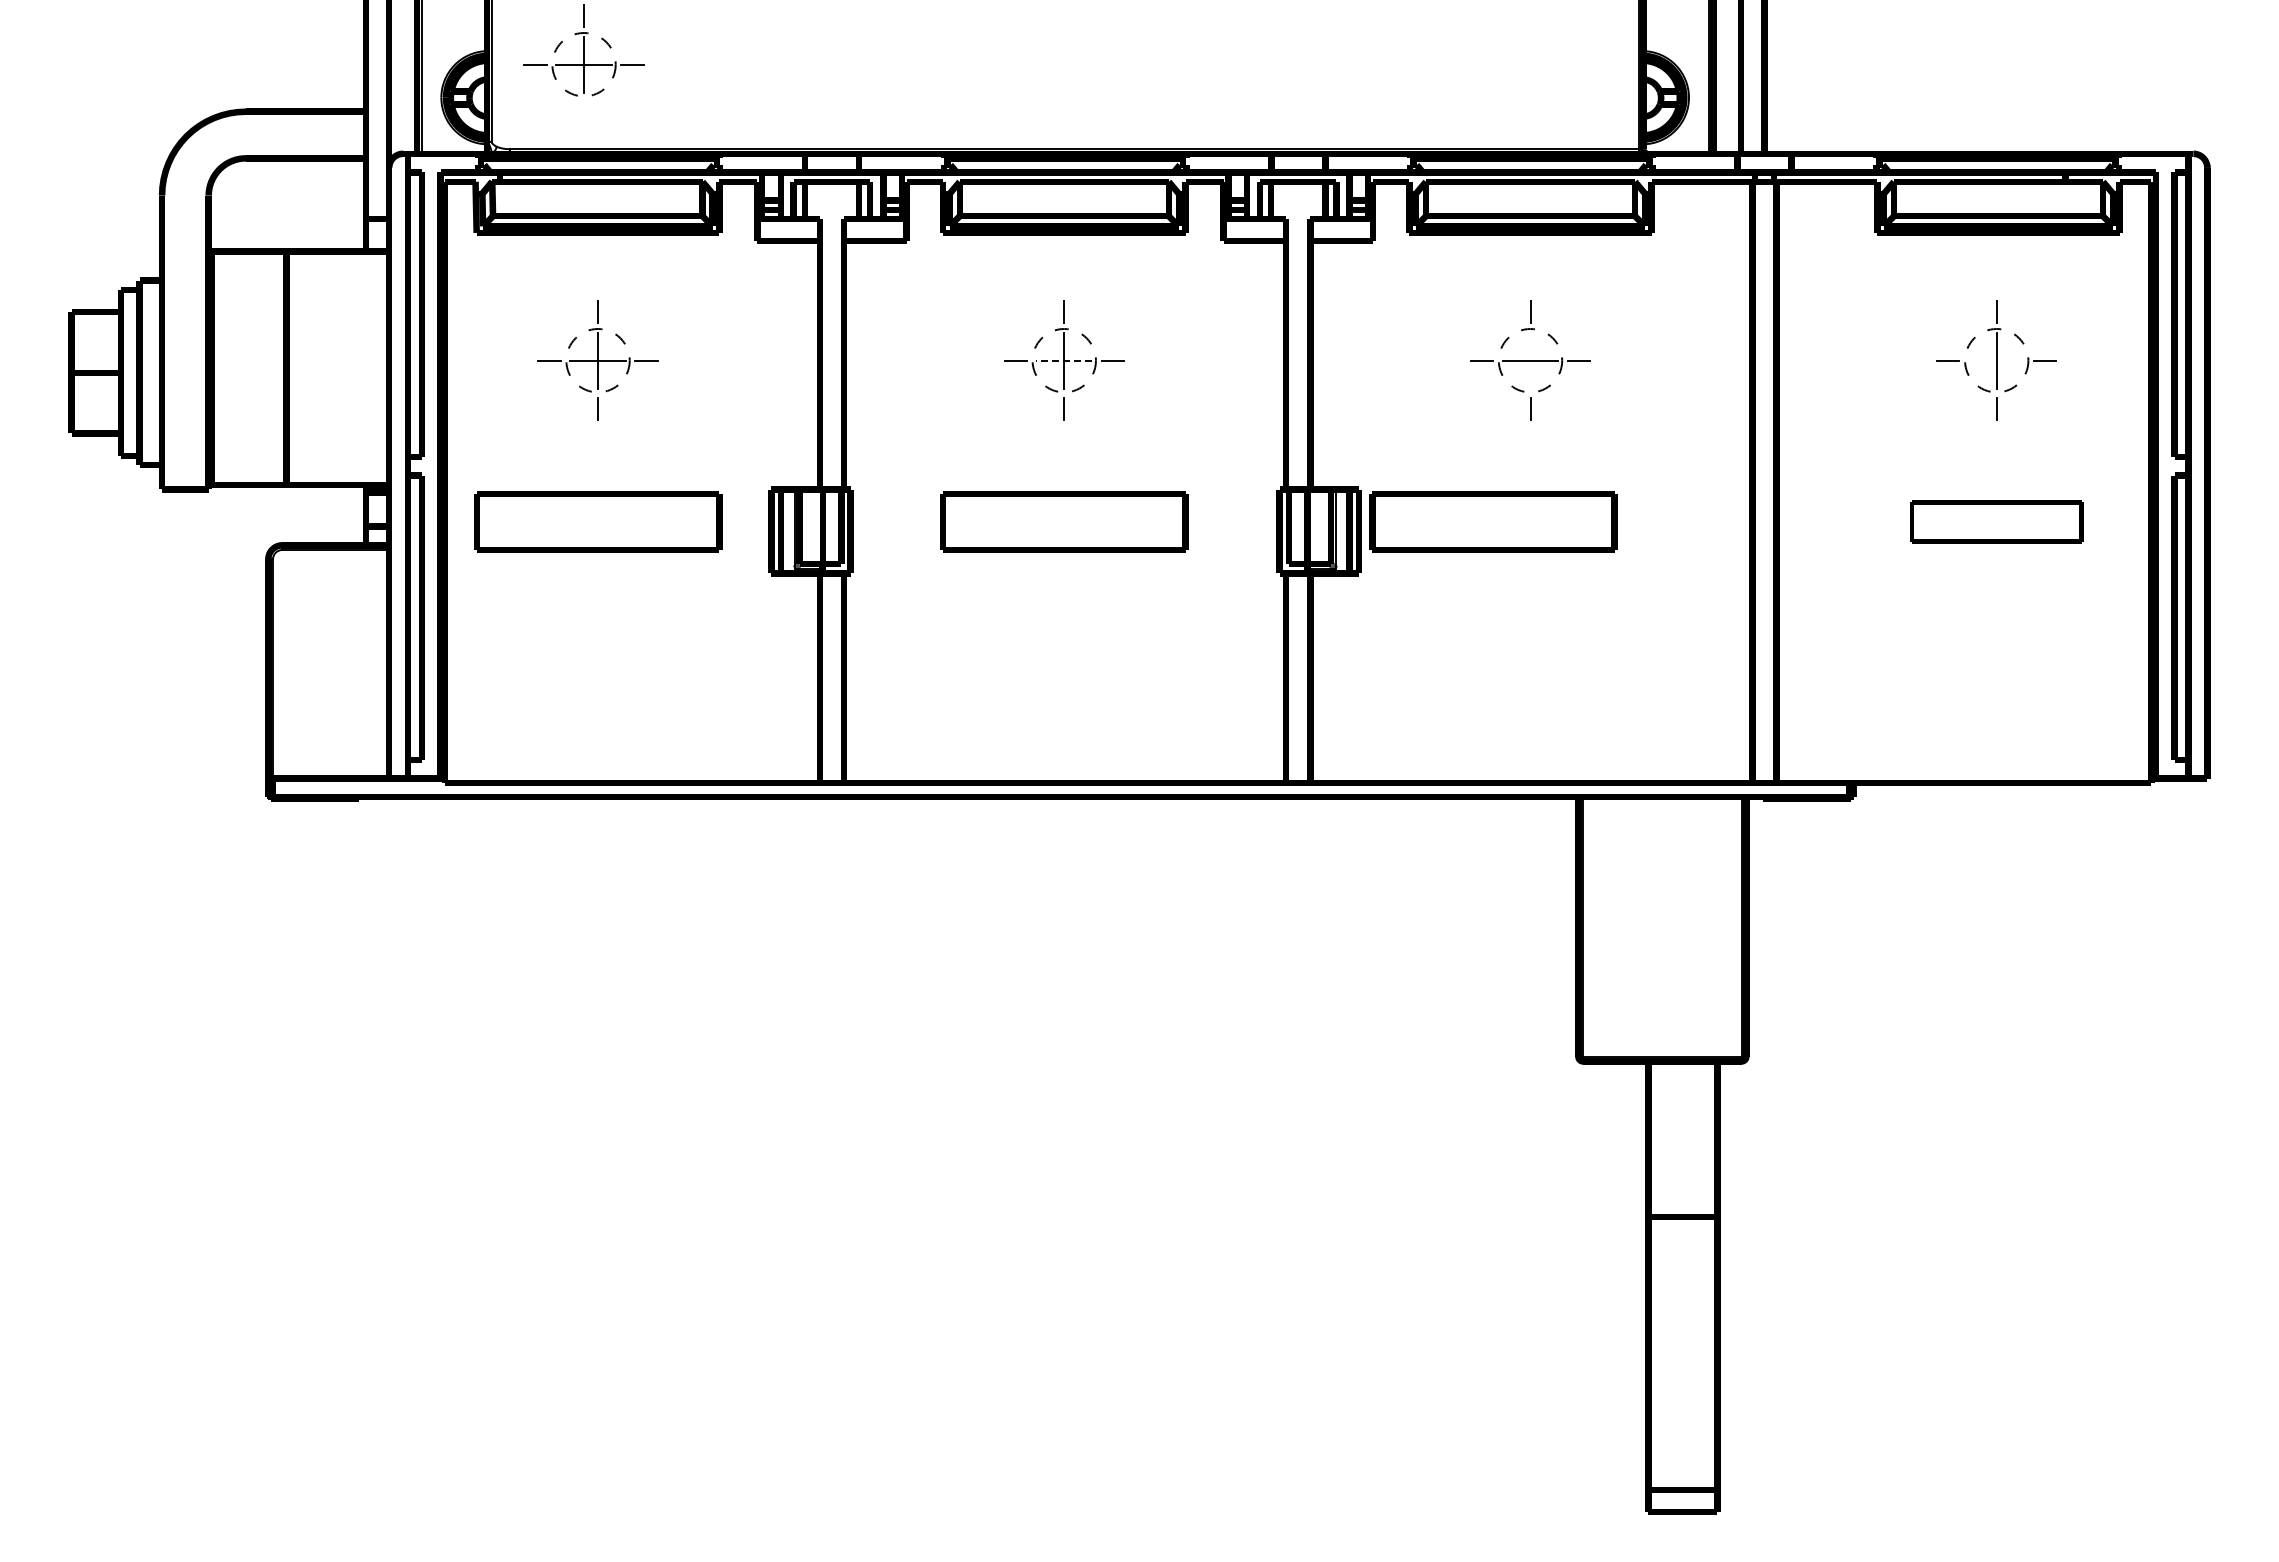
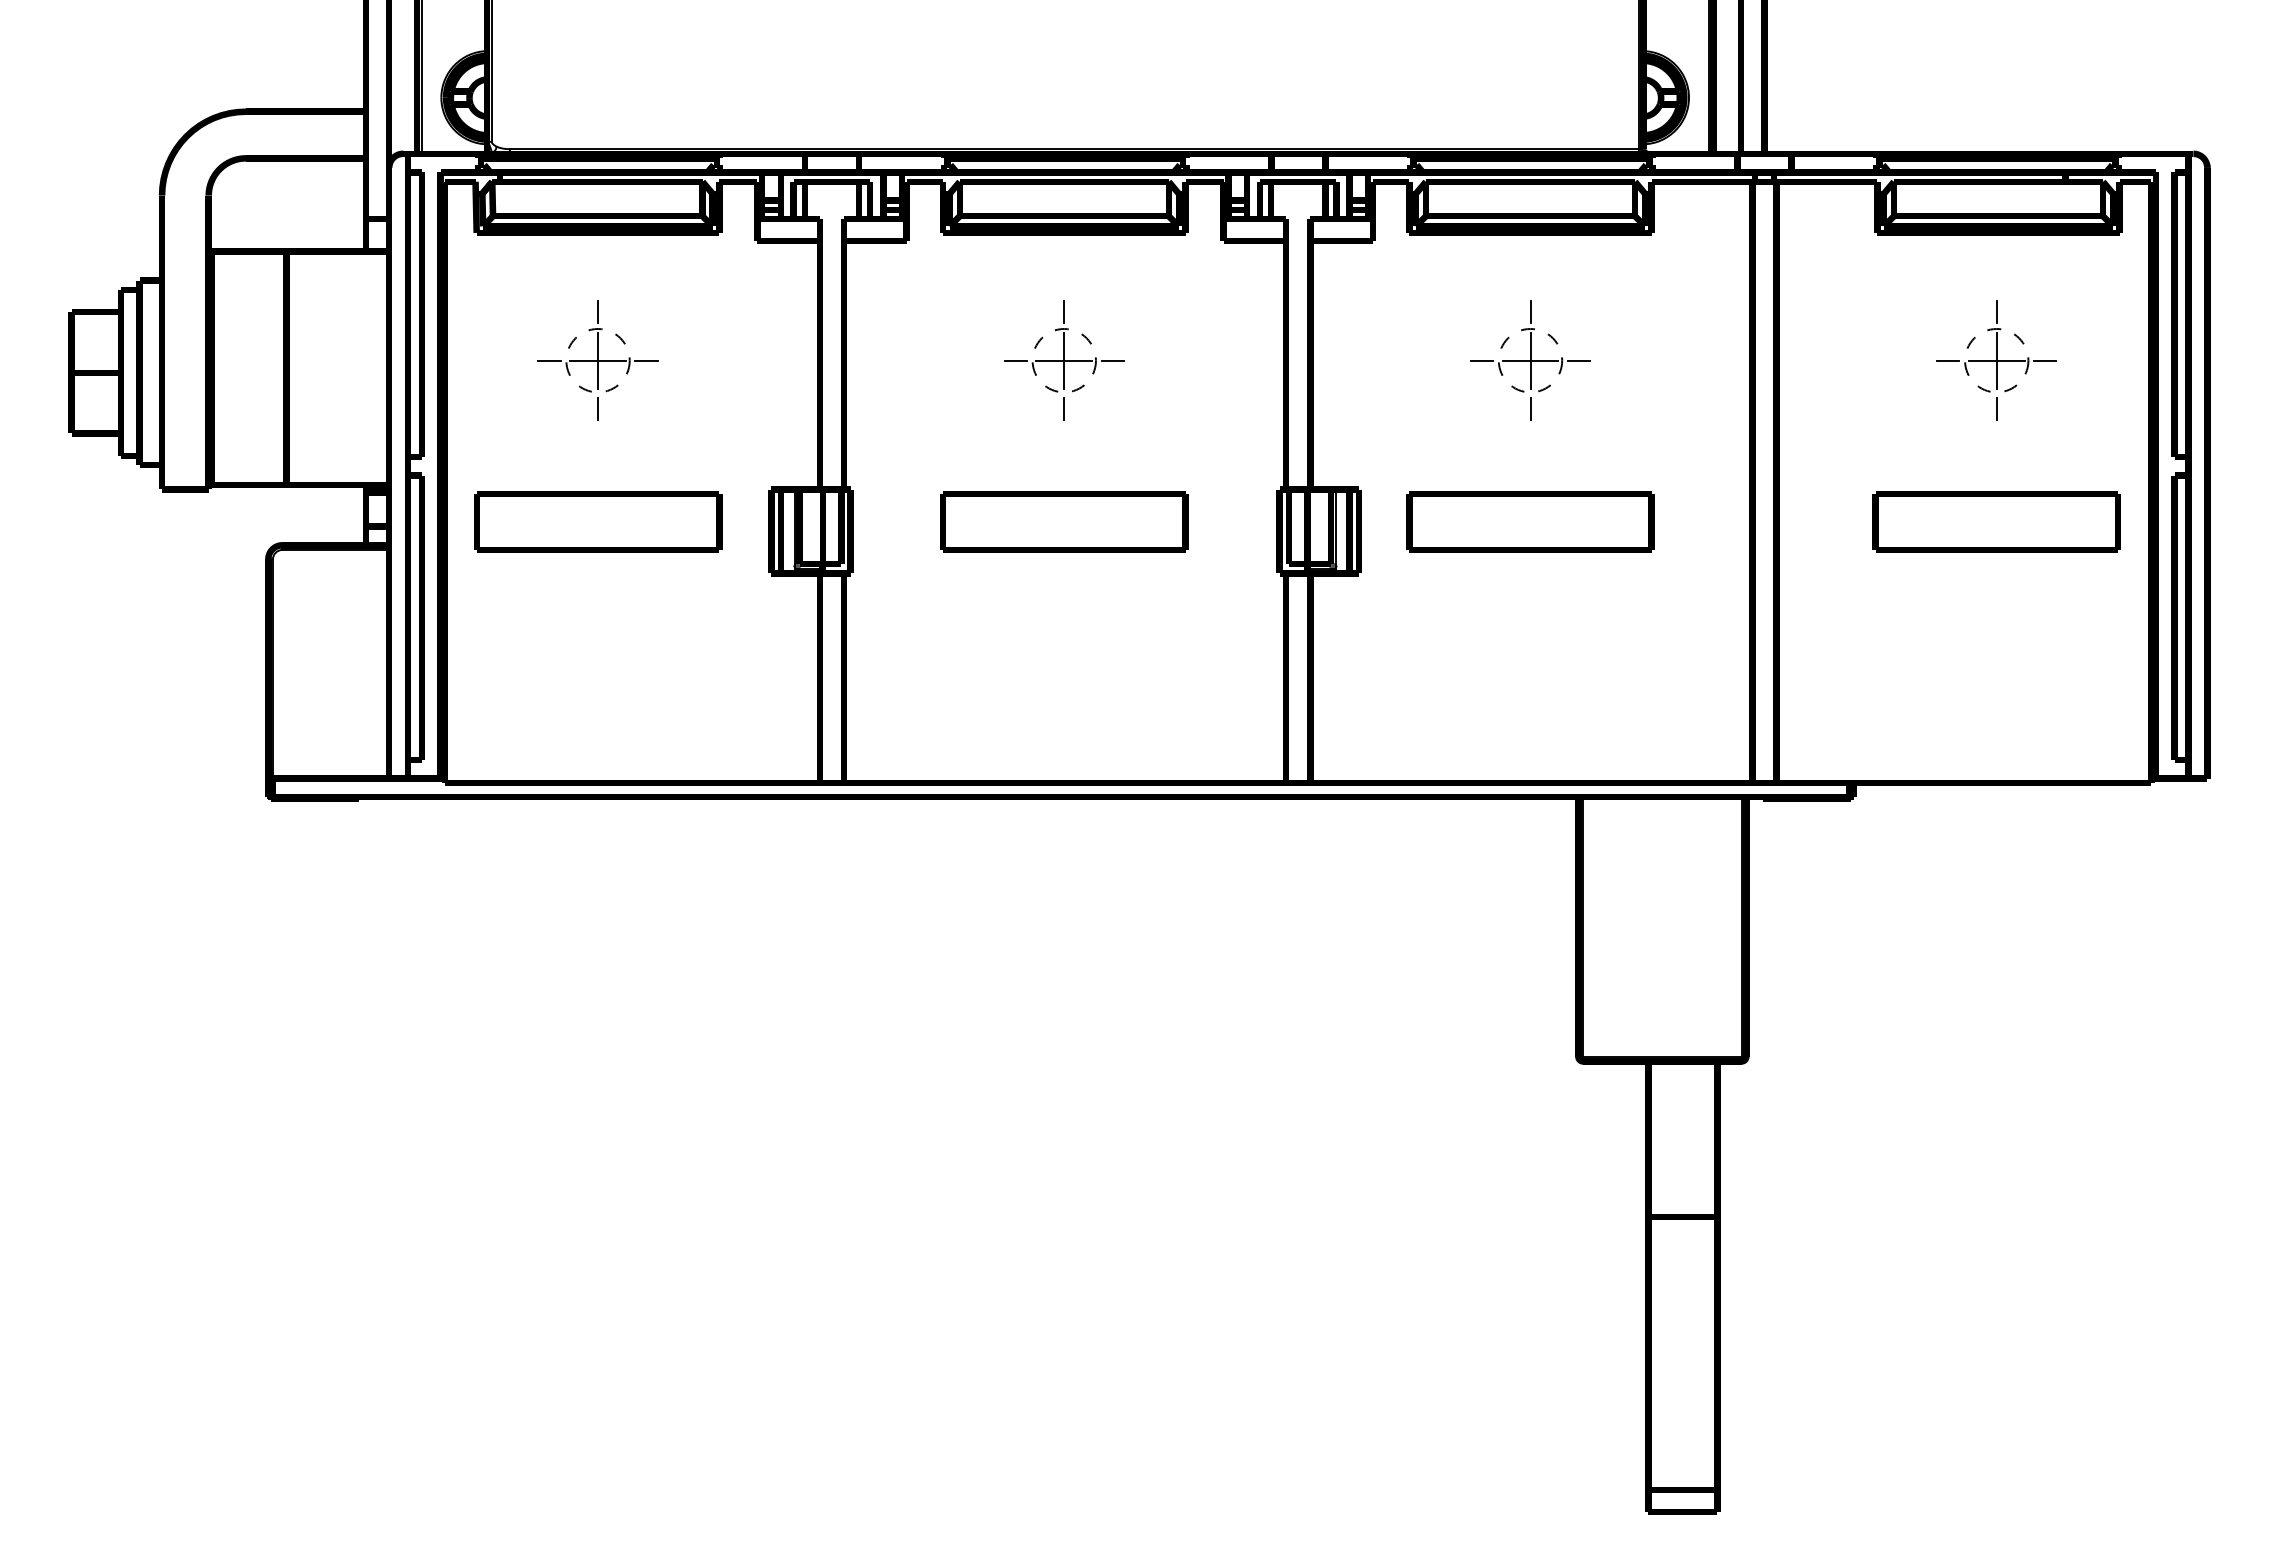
part at (583, 50): present -> none
line at (1064, 360): dashed -> solid
line at (1530, 360): none -> present
line at (1996, 360): none -> present
part at (1493, 521) position: (1493, 521) -> (1530, 521)
part at (1996, 521) size: 174x44 px -> 249x62 px
